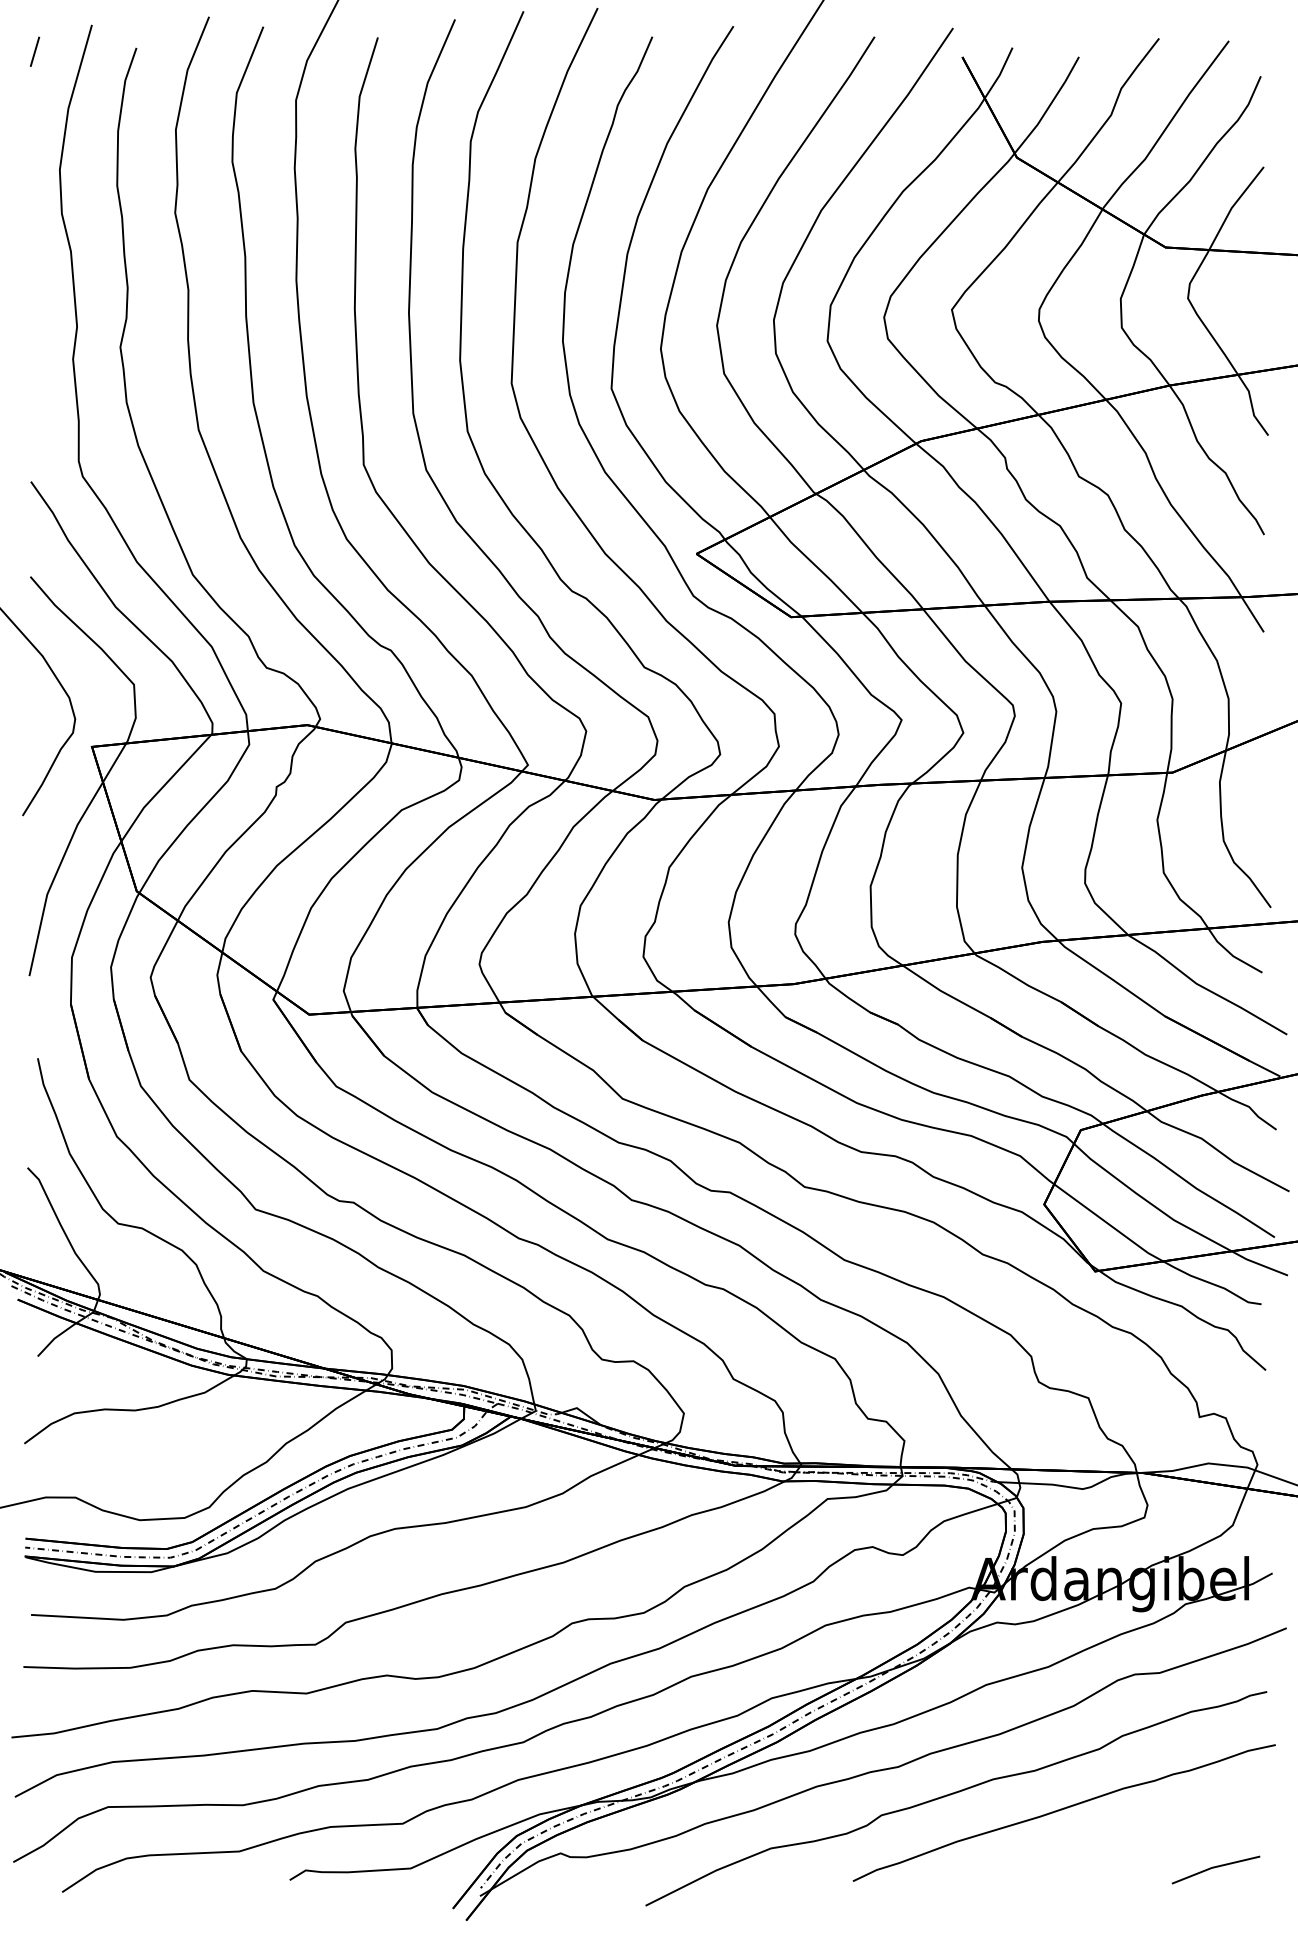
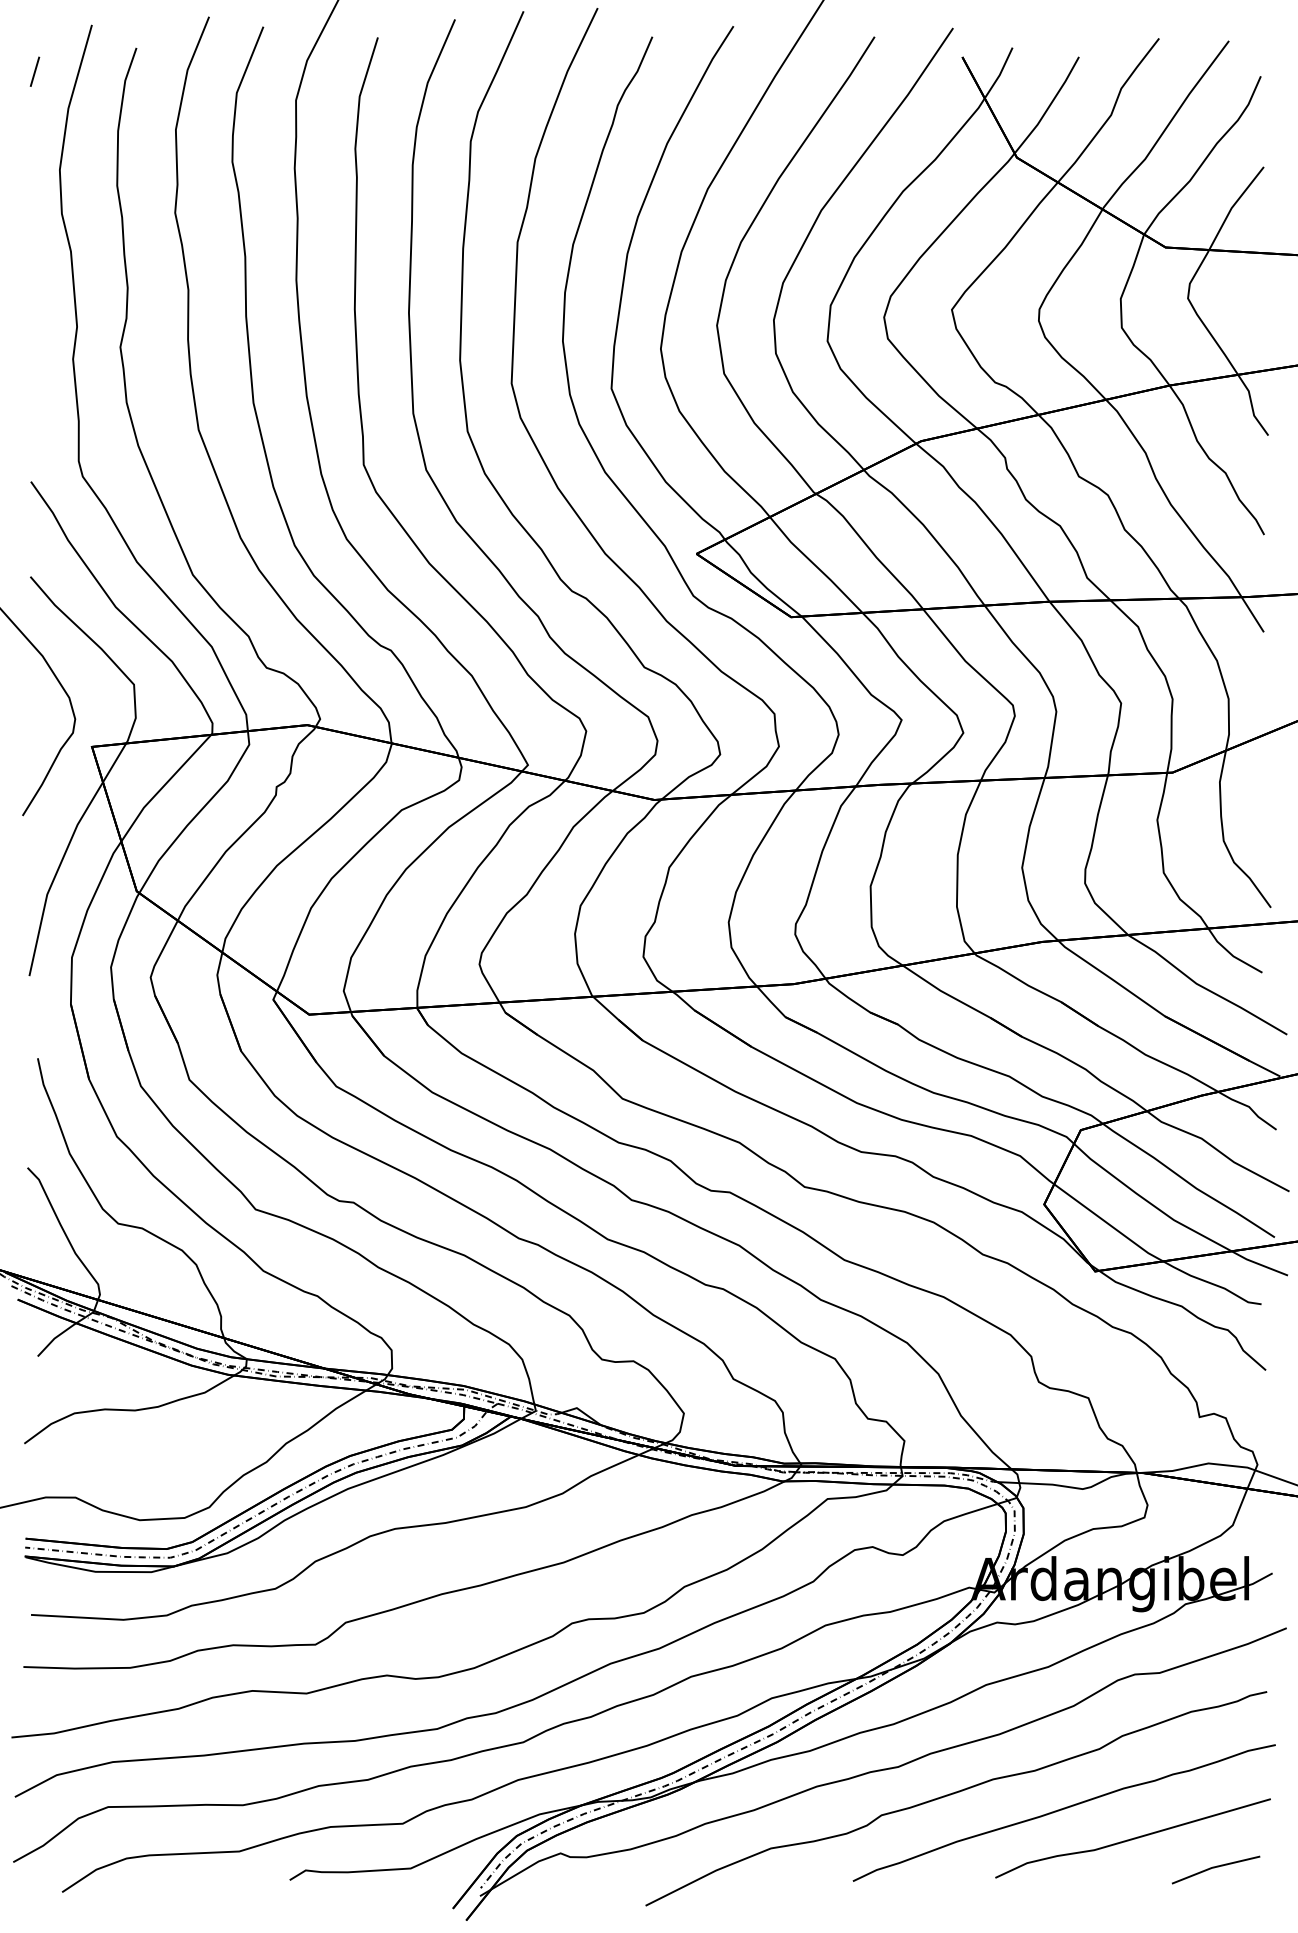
line at (34, 51) position: (34, 51) -> (34, 71)
line at (1132, 1838): none -> present
